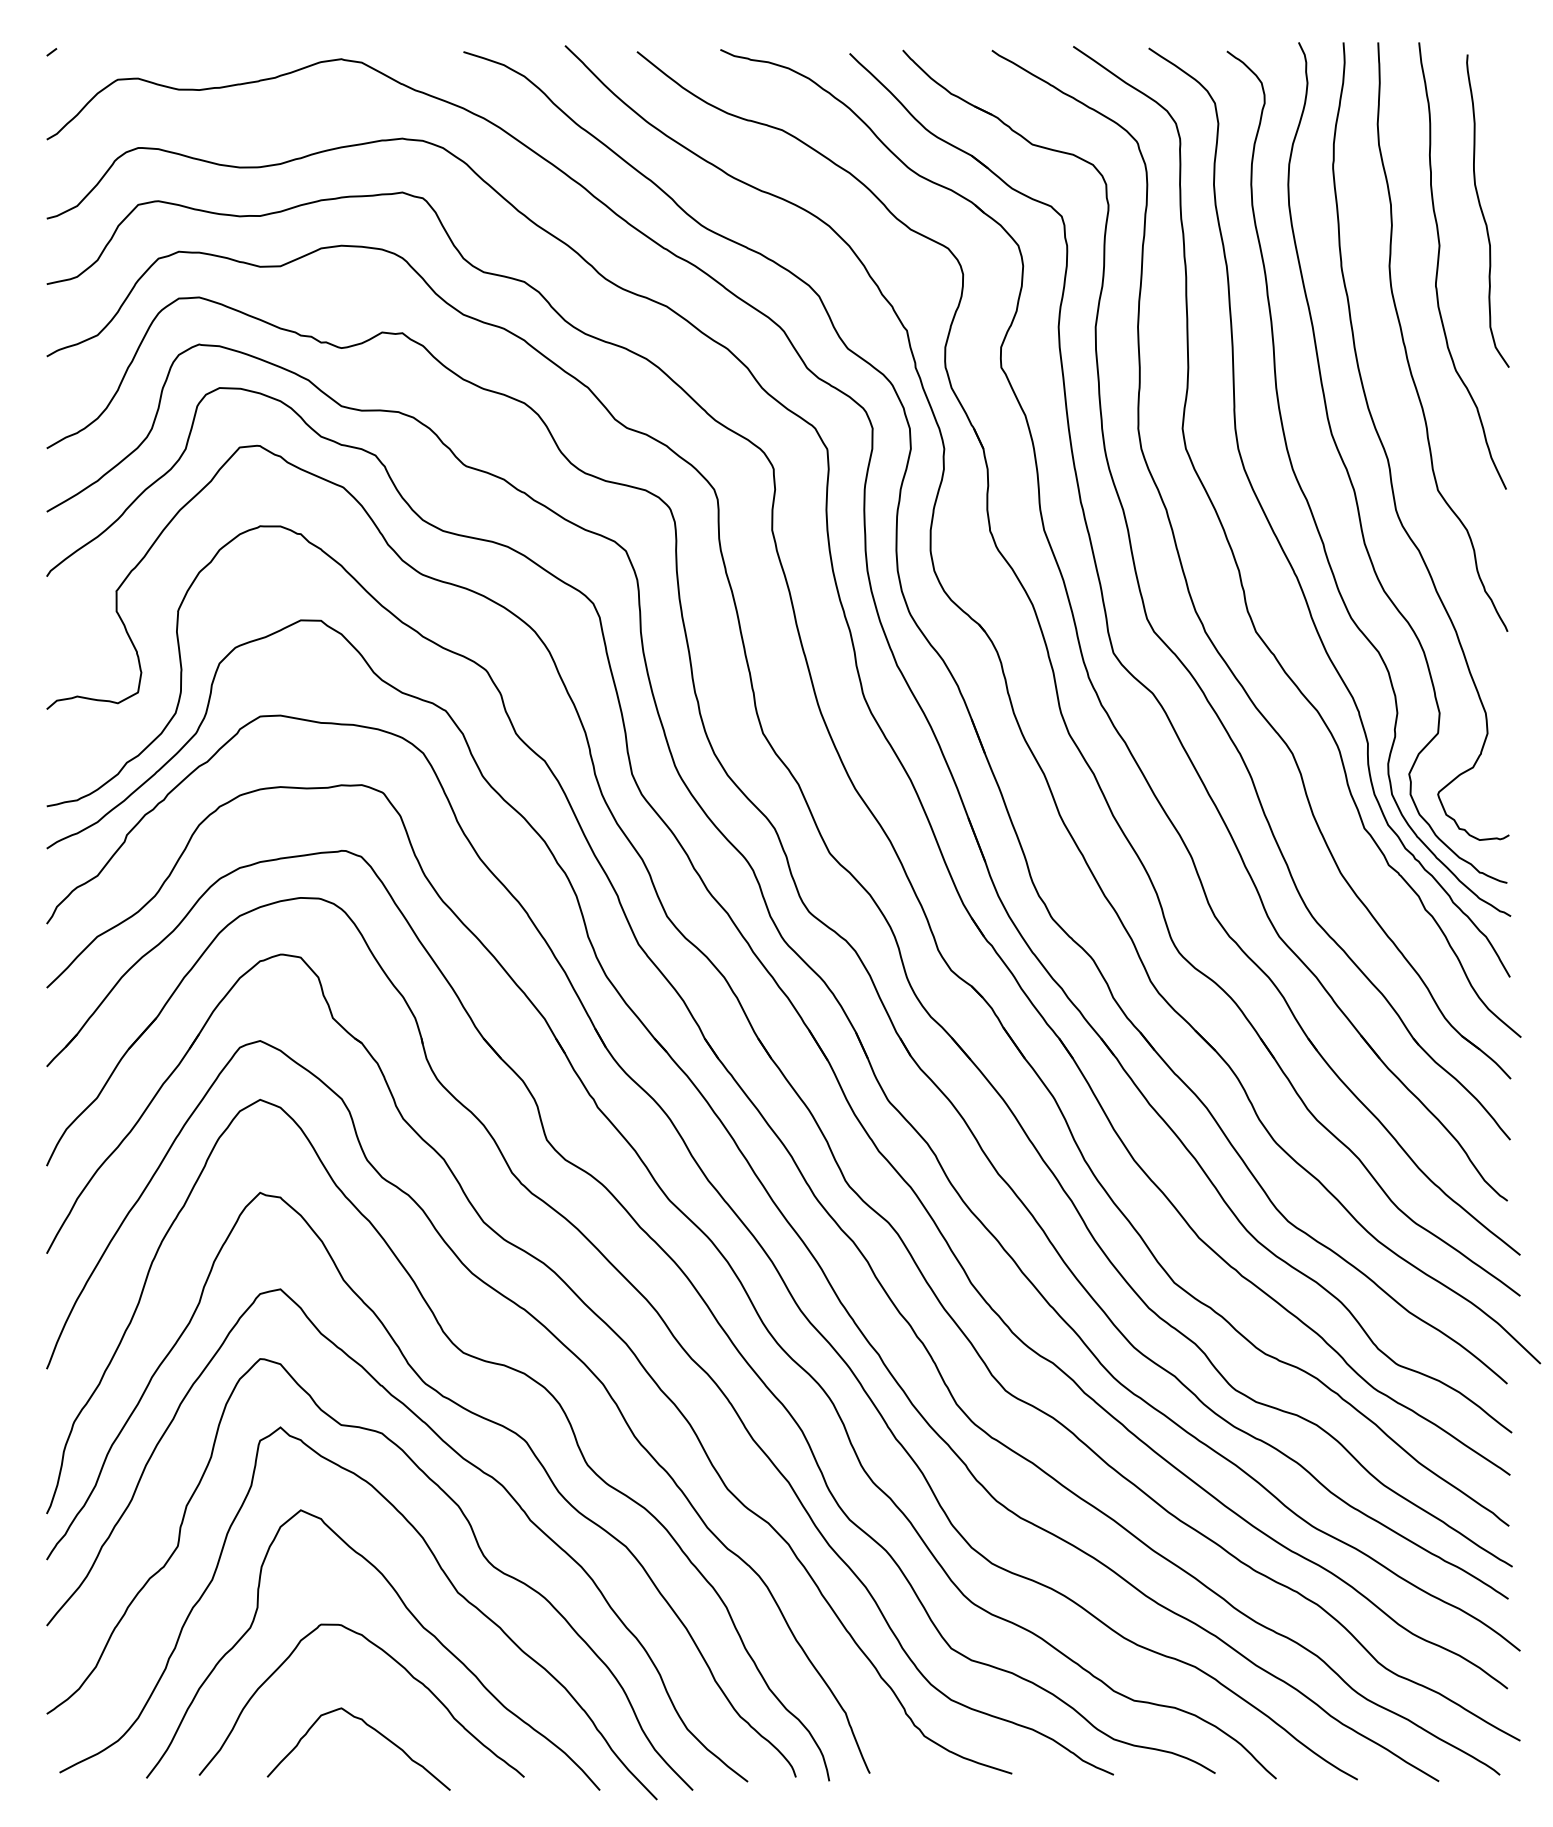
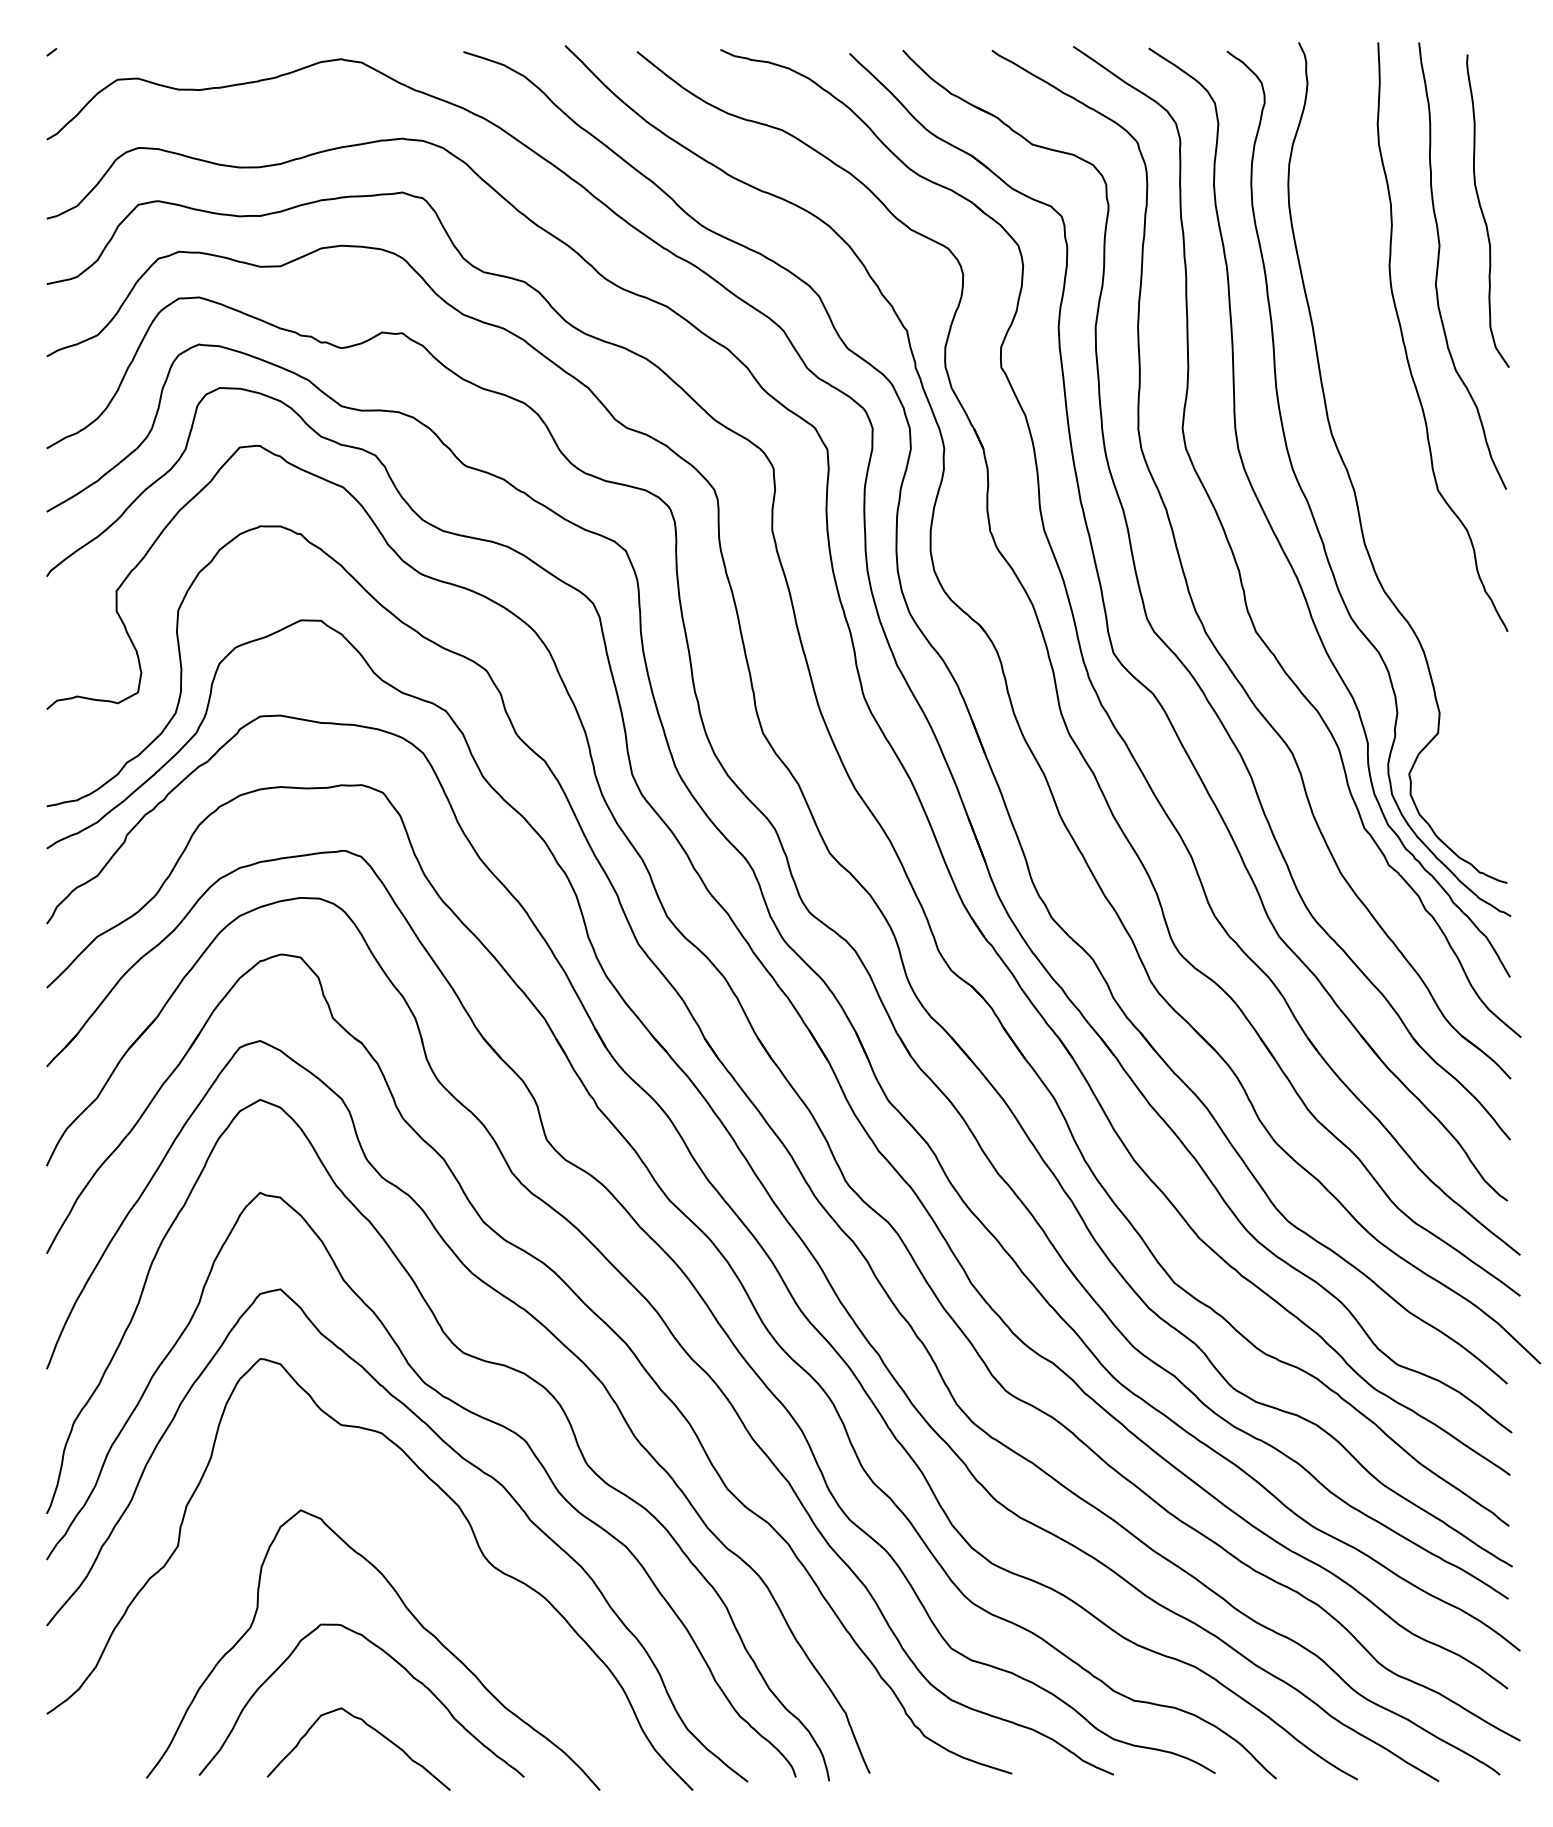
curve at (1386, 452): present -> none
curve at (440, 1569): present -> none
